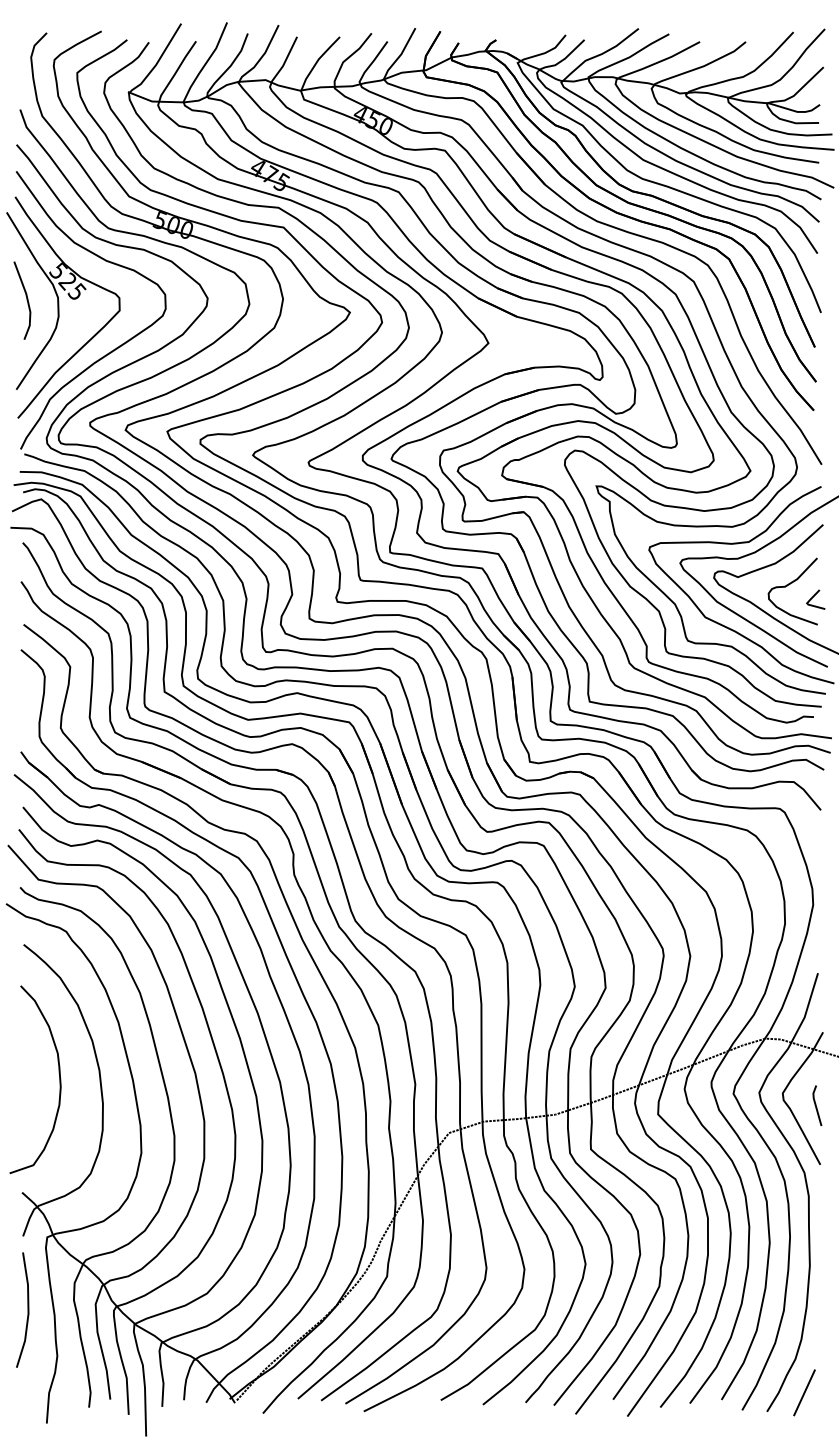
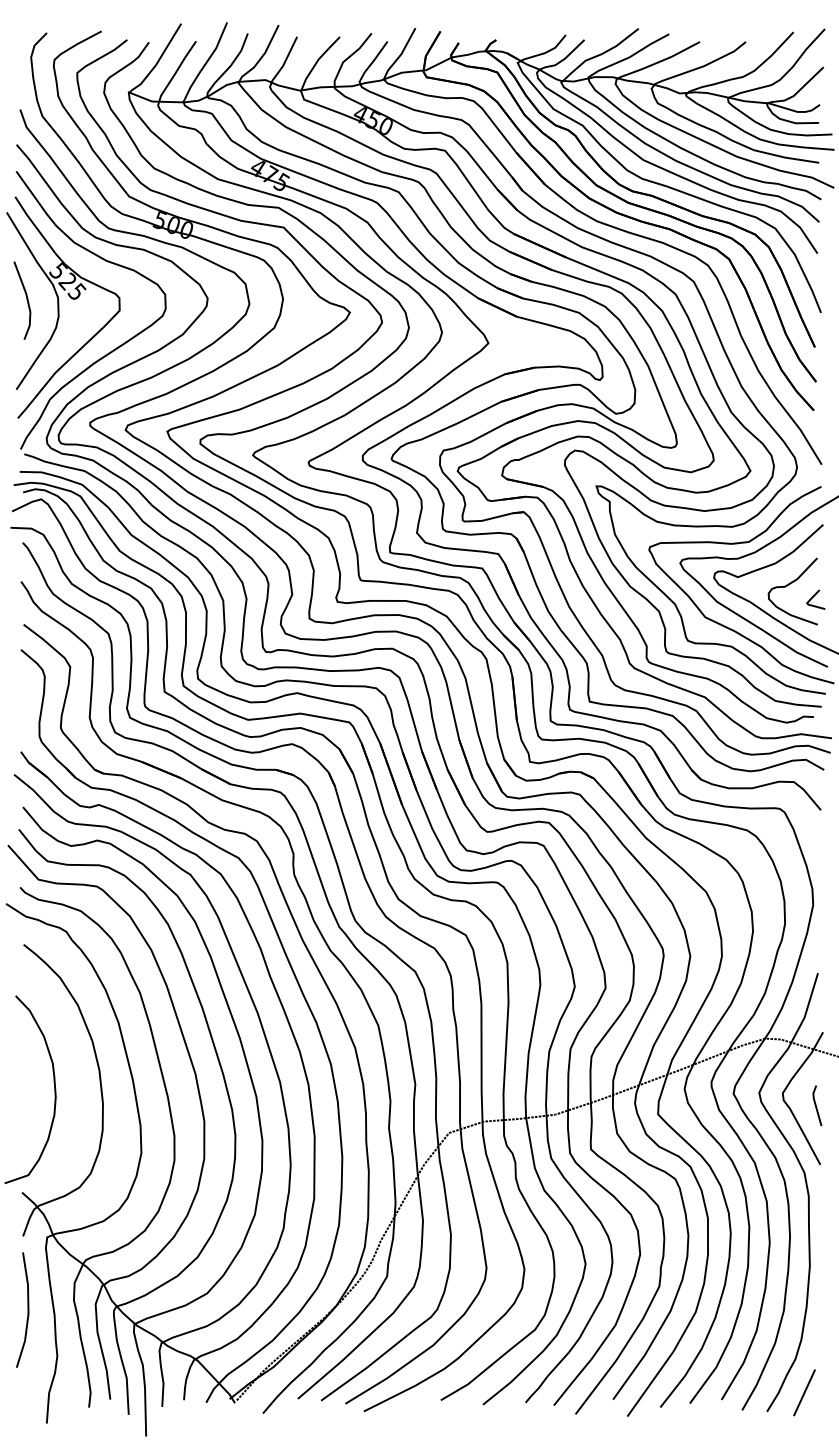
part at (58, 1073) position: (58, 1073) -> (53, 1083)
